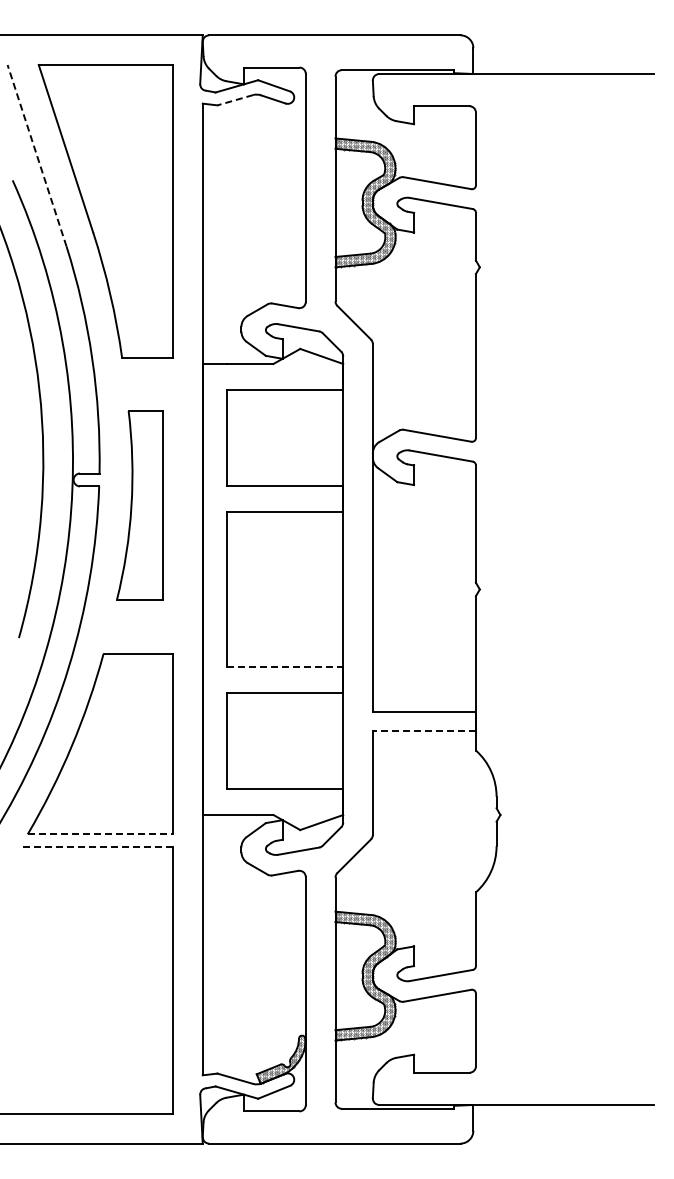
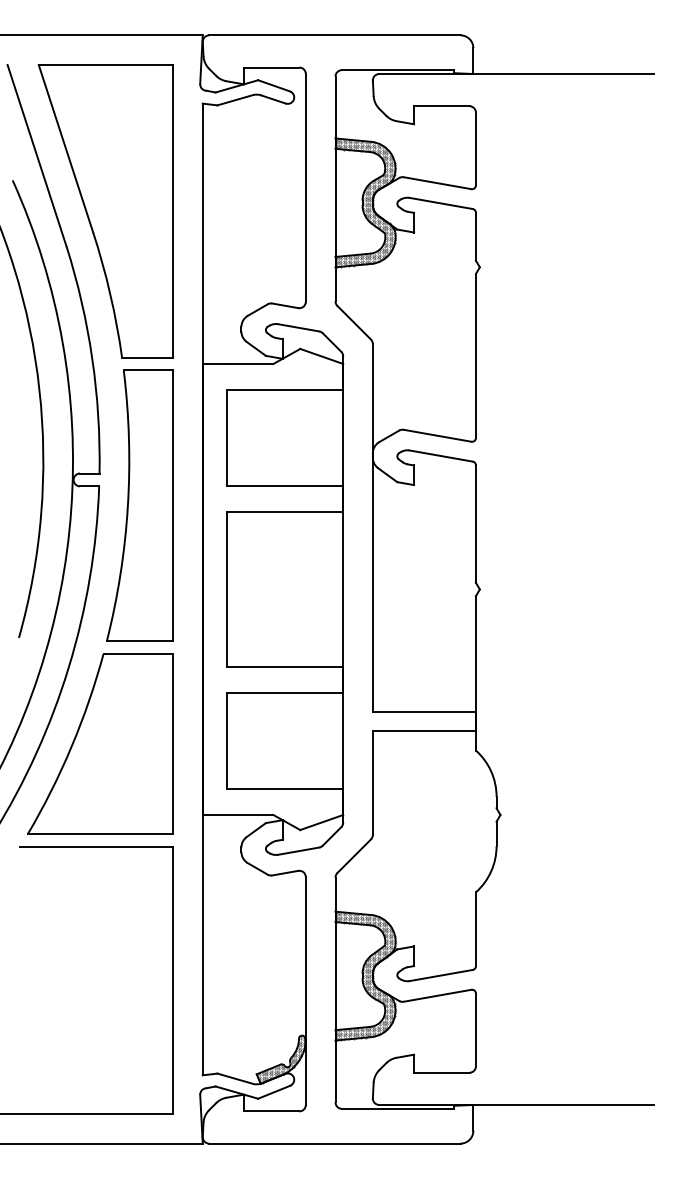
line at (235, 100): dashed -> solid
line at (36, 155): dashed -> solid
part at (139, 505) size: 48x191 px -> 68x273 px
line at (285, 666): dashed -> solid
line at (424, 731): dashed -> solid
line at (100, 834): dashed -> solid
line at (96, 847): dashed -> solid
